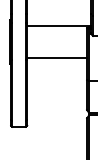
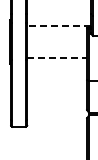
line at (59, 26): solid -> dashed
line at (57, 58): solid -> dashed
